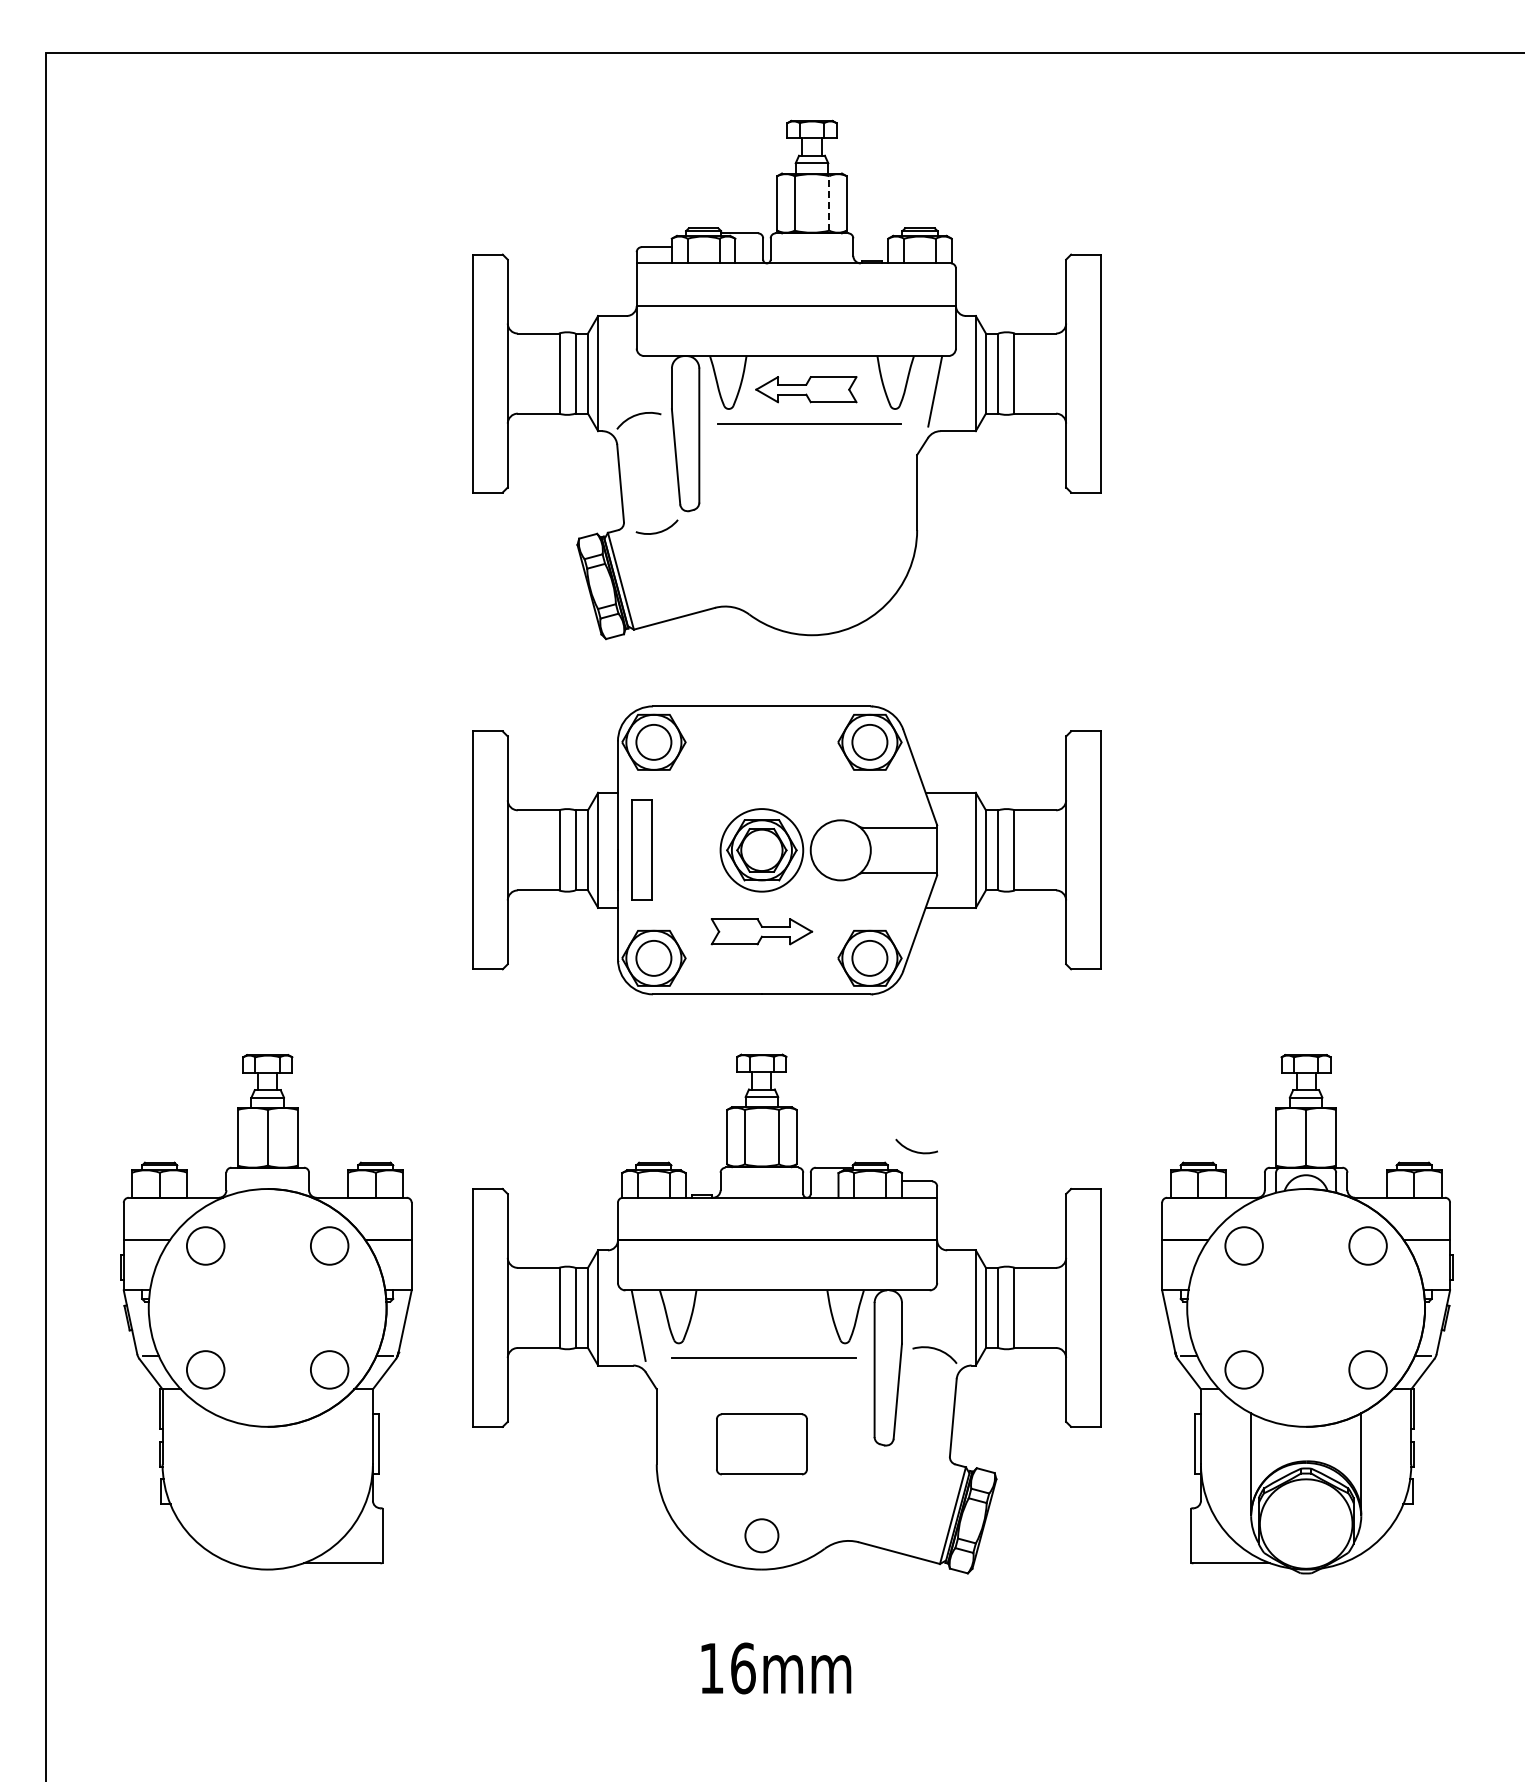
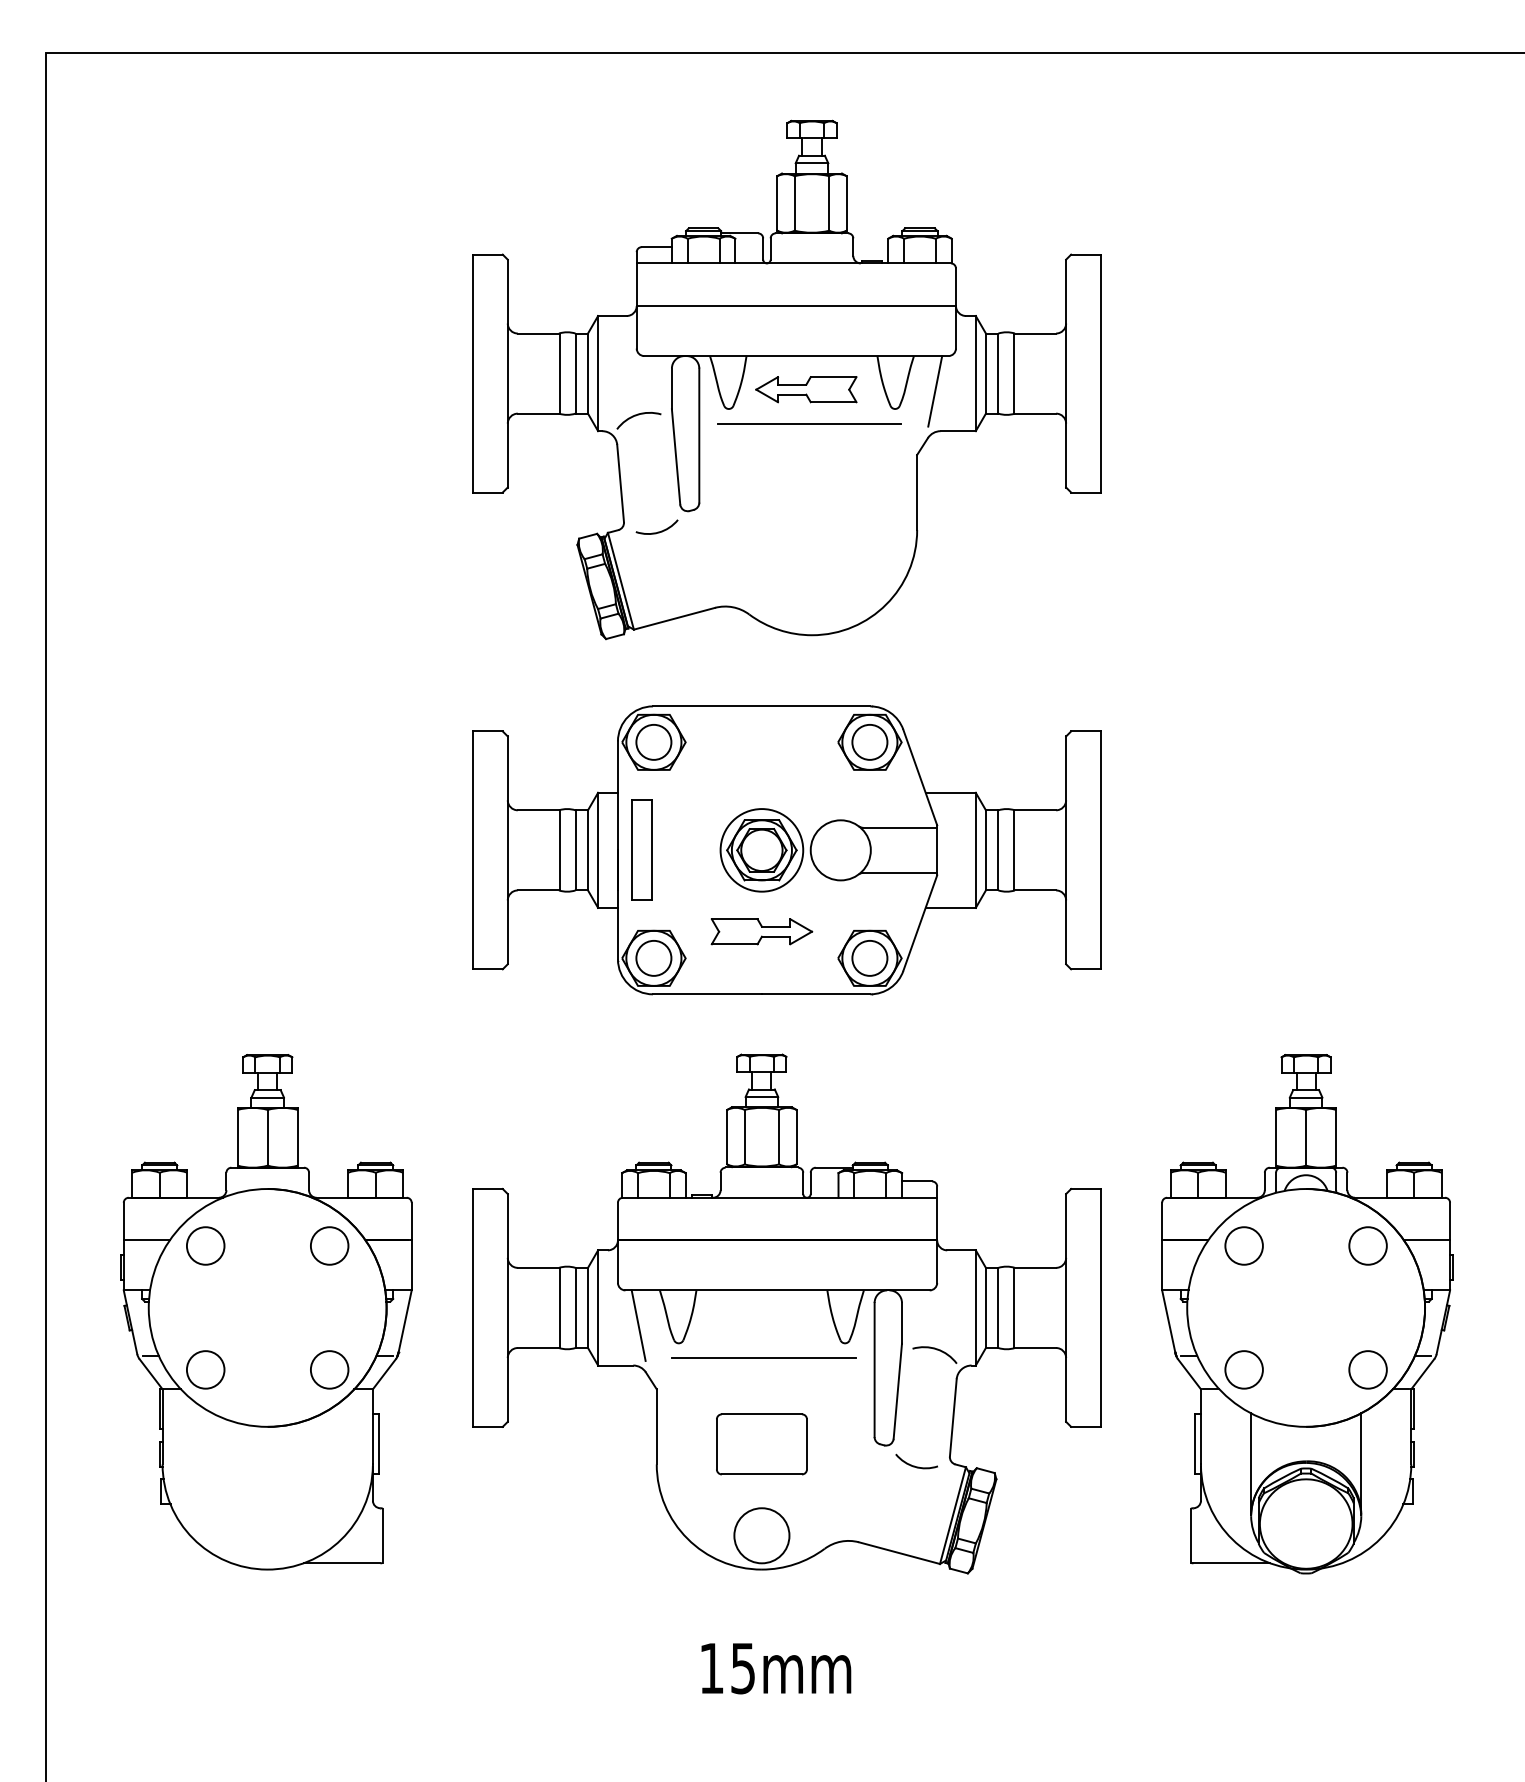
line at (829, 202): dashed -> solid
arc at (914, 1150) position: (914, 1150) -> (914, 1465)
circle at (761, 1535) diameter: 33 px -> 55 px
text at (743, 1668): 16mm -> 15mm
